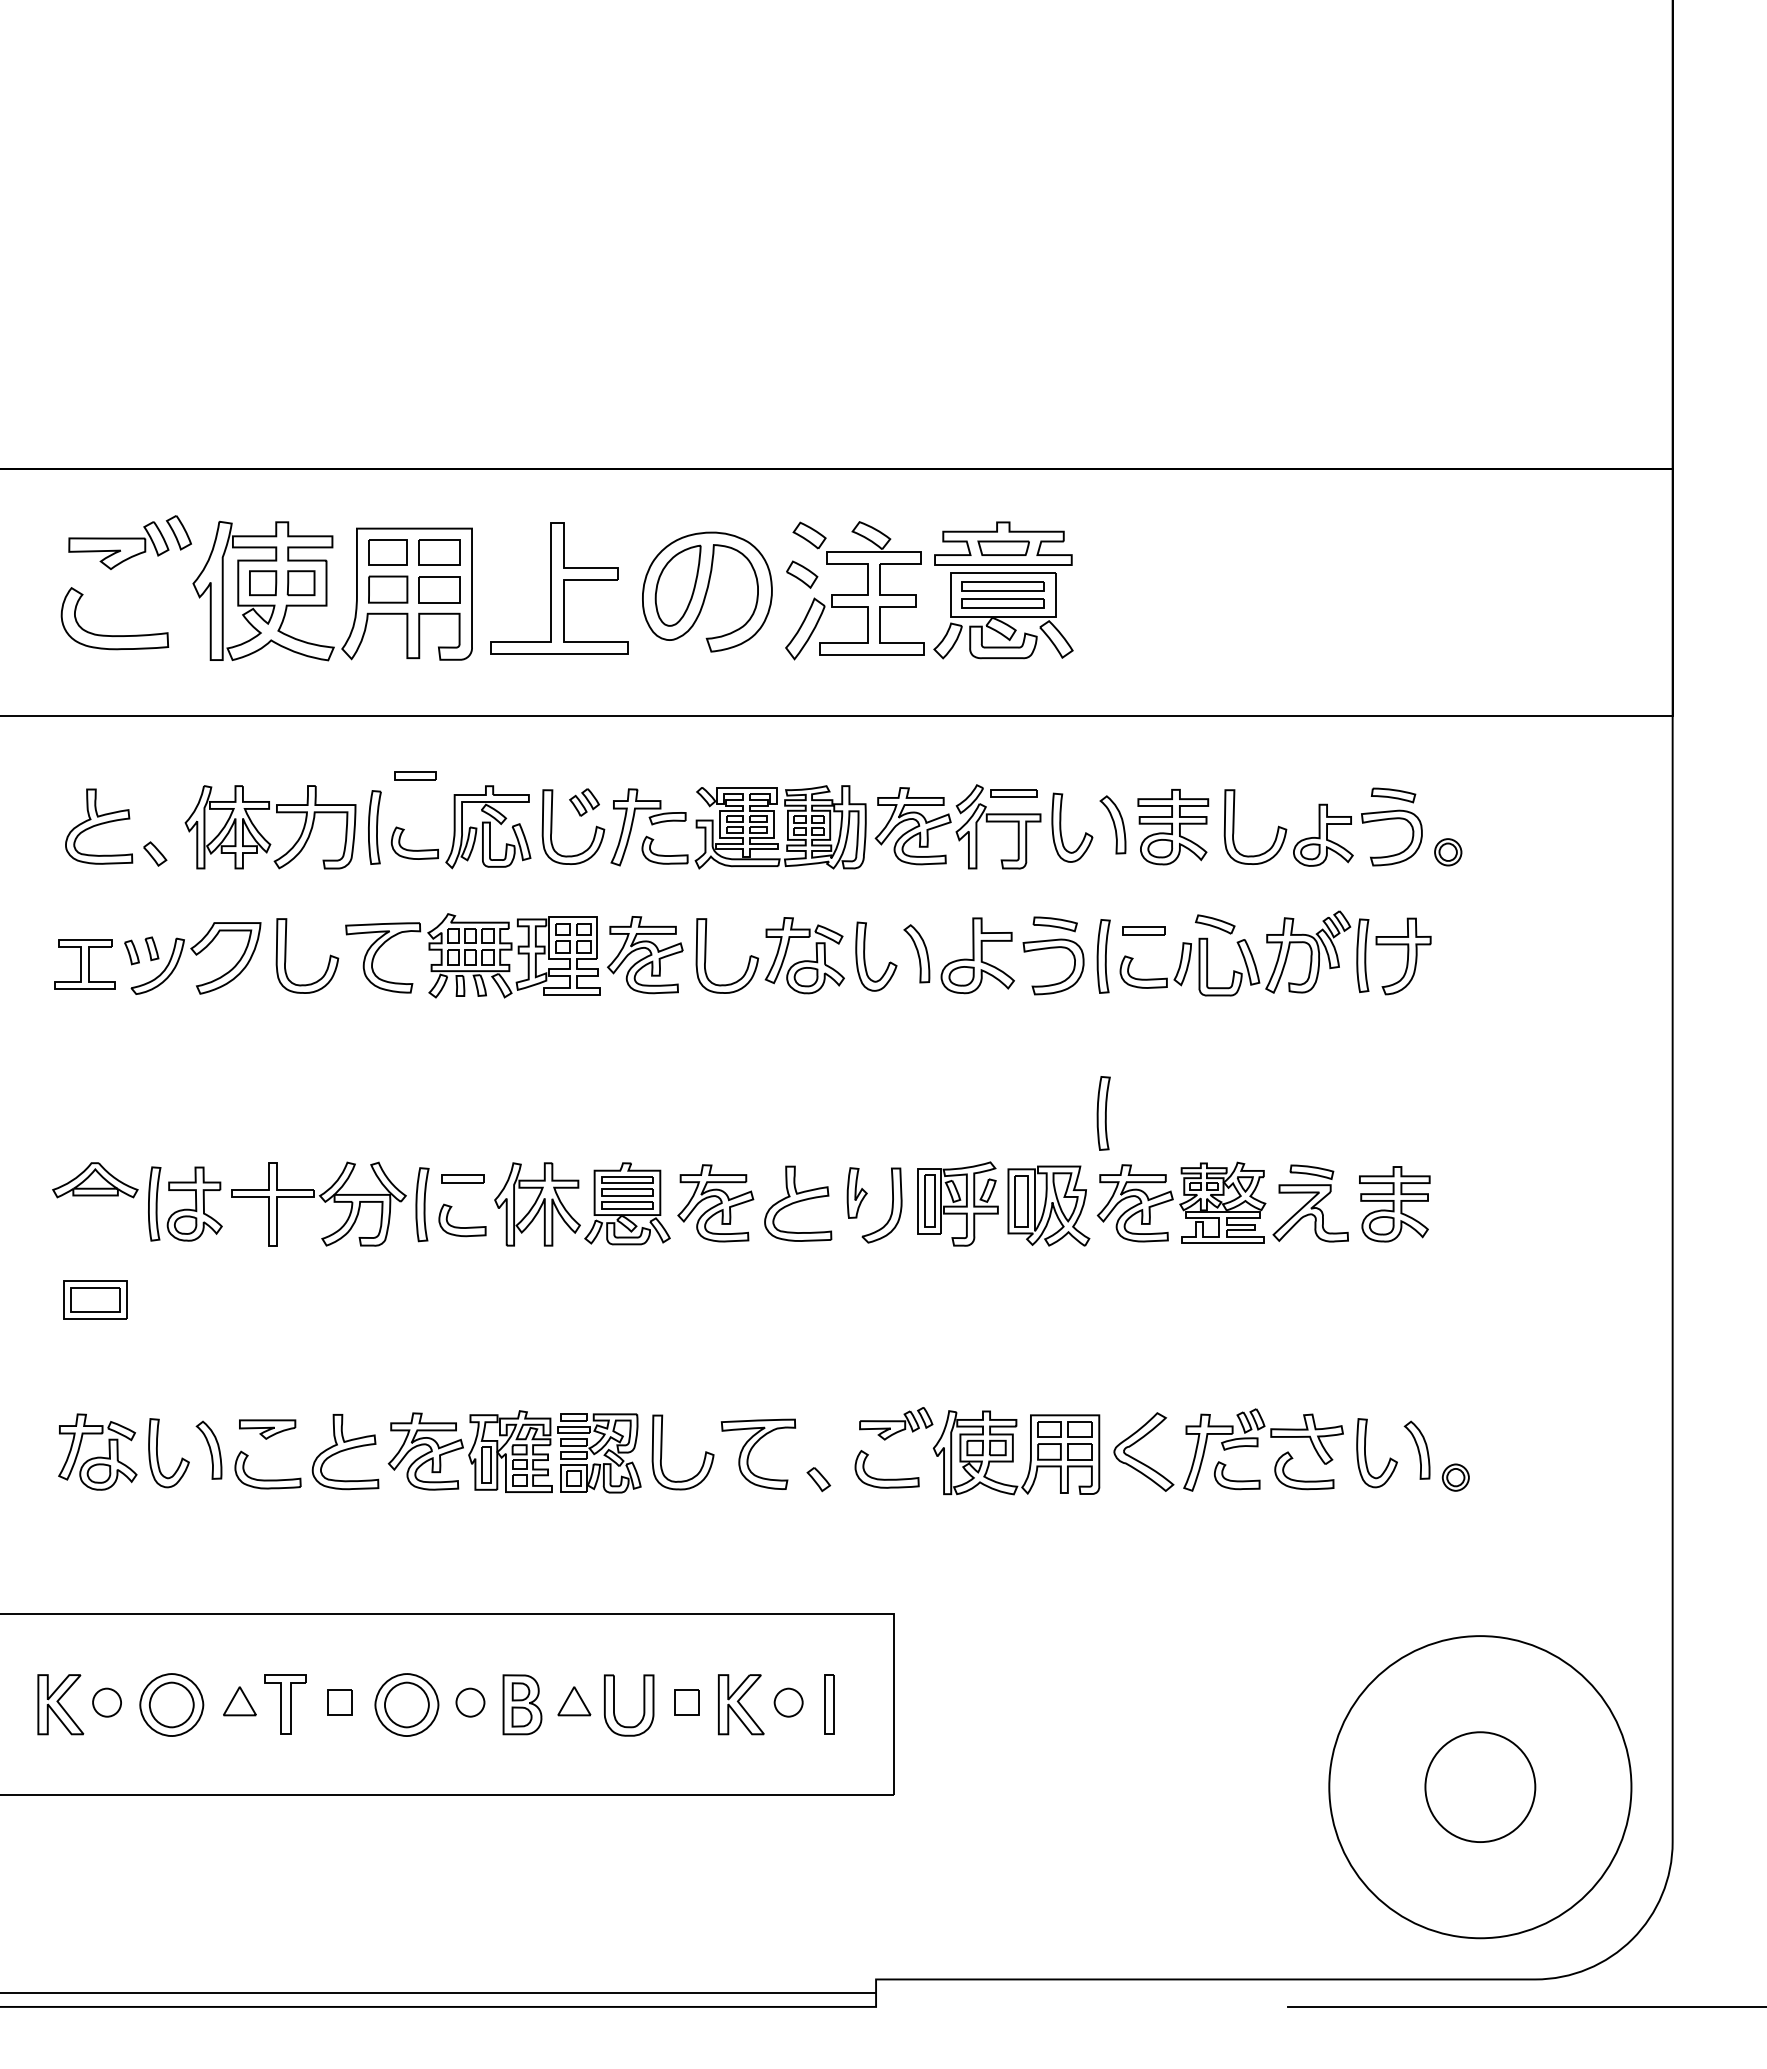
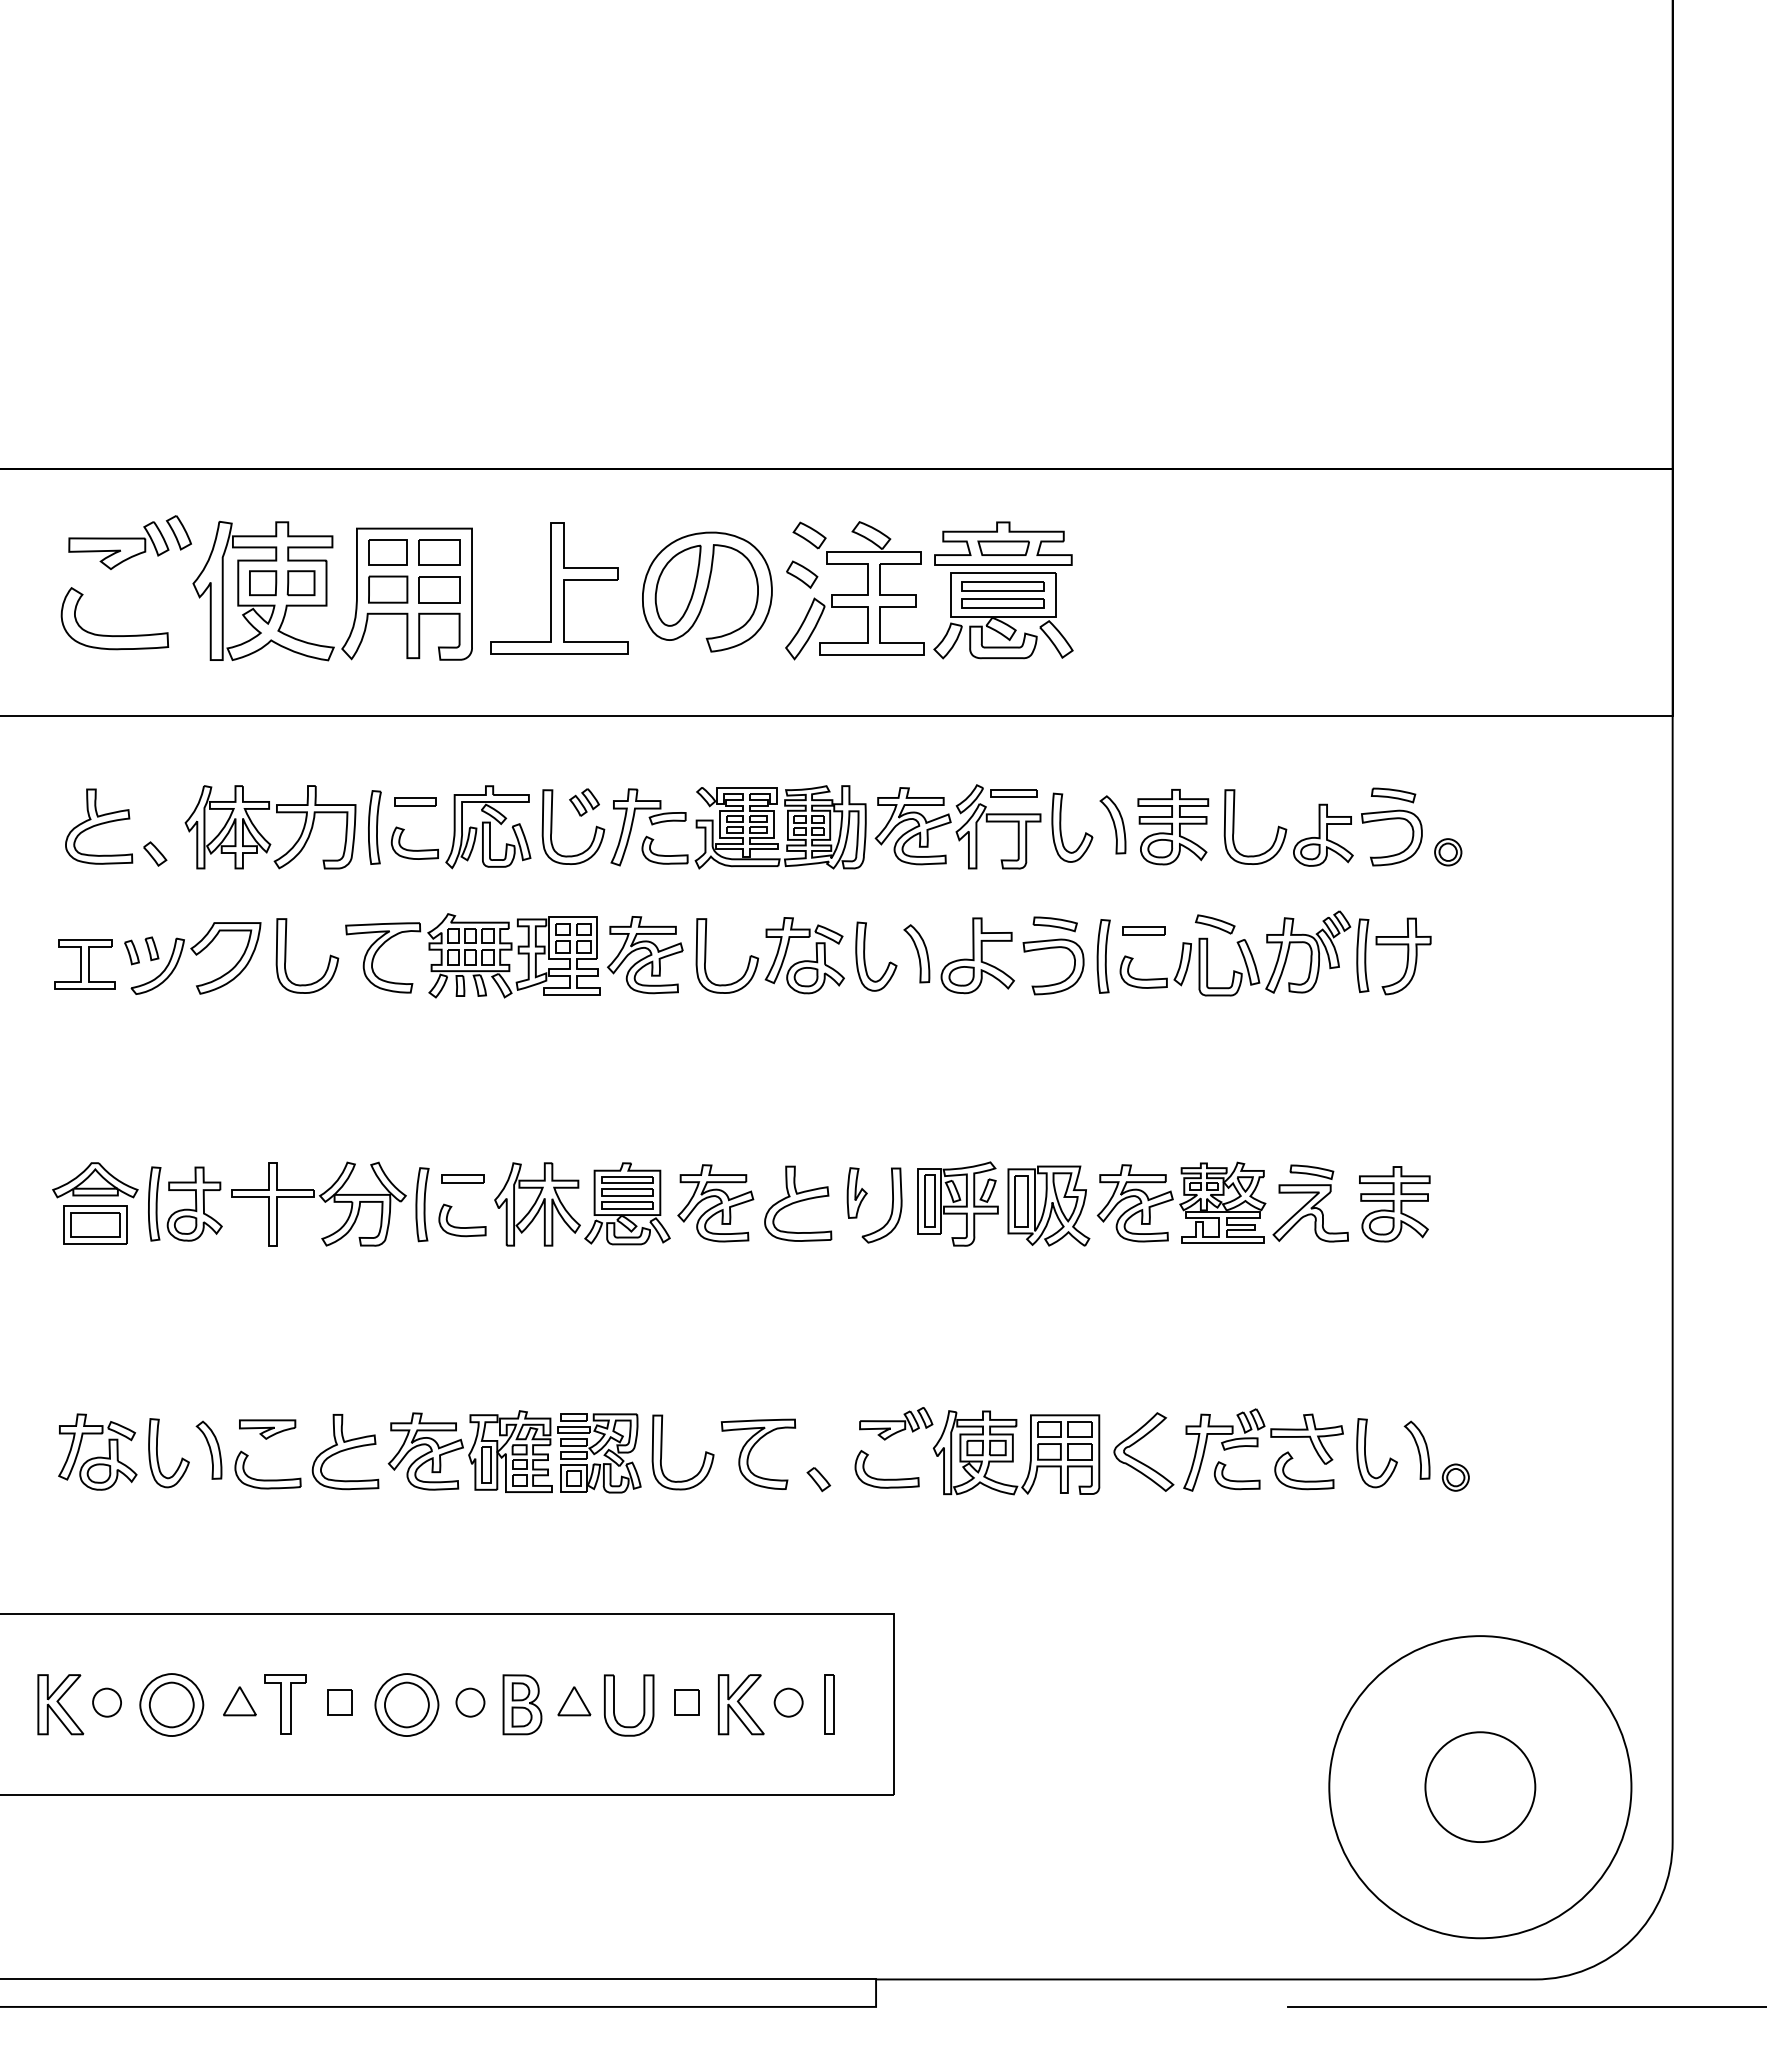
part at (415, 775) position: (415, 775) -> (415, 801)
part at (1103, 1113): present -> none
part at (95, 1299) position: (95, 1299) -> (95, 1224)
line at (439, 1993) position: (439, 1993) -> (439, 1979)
